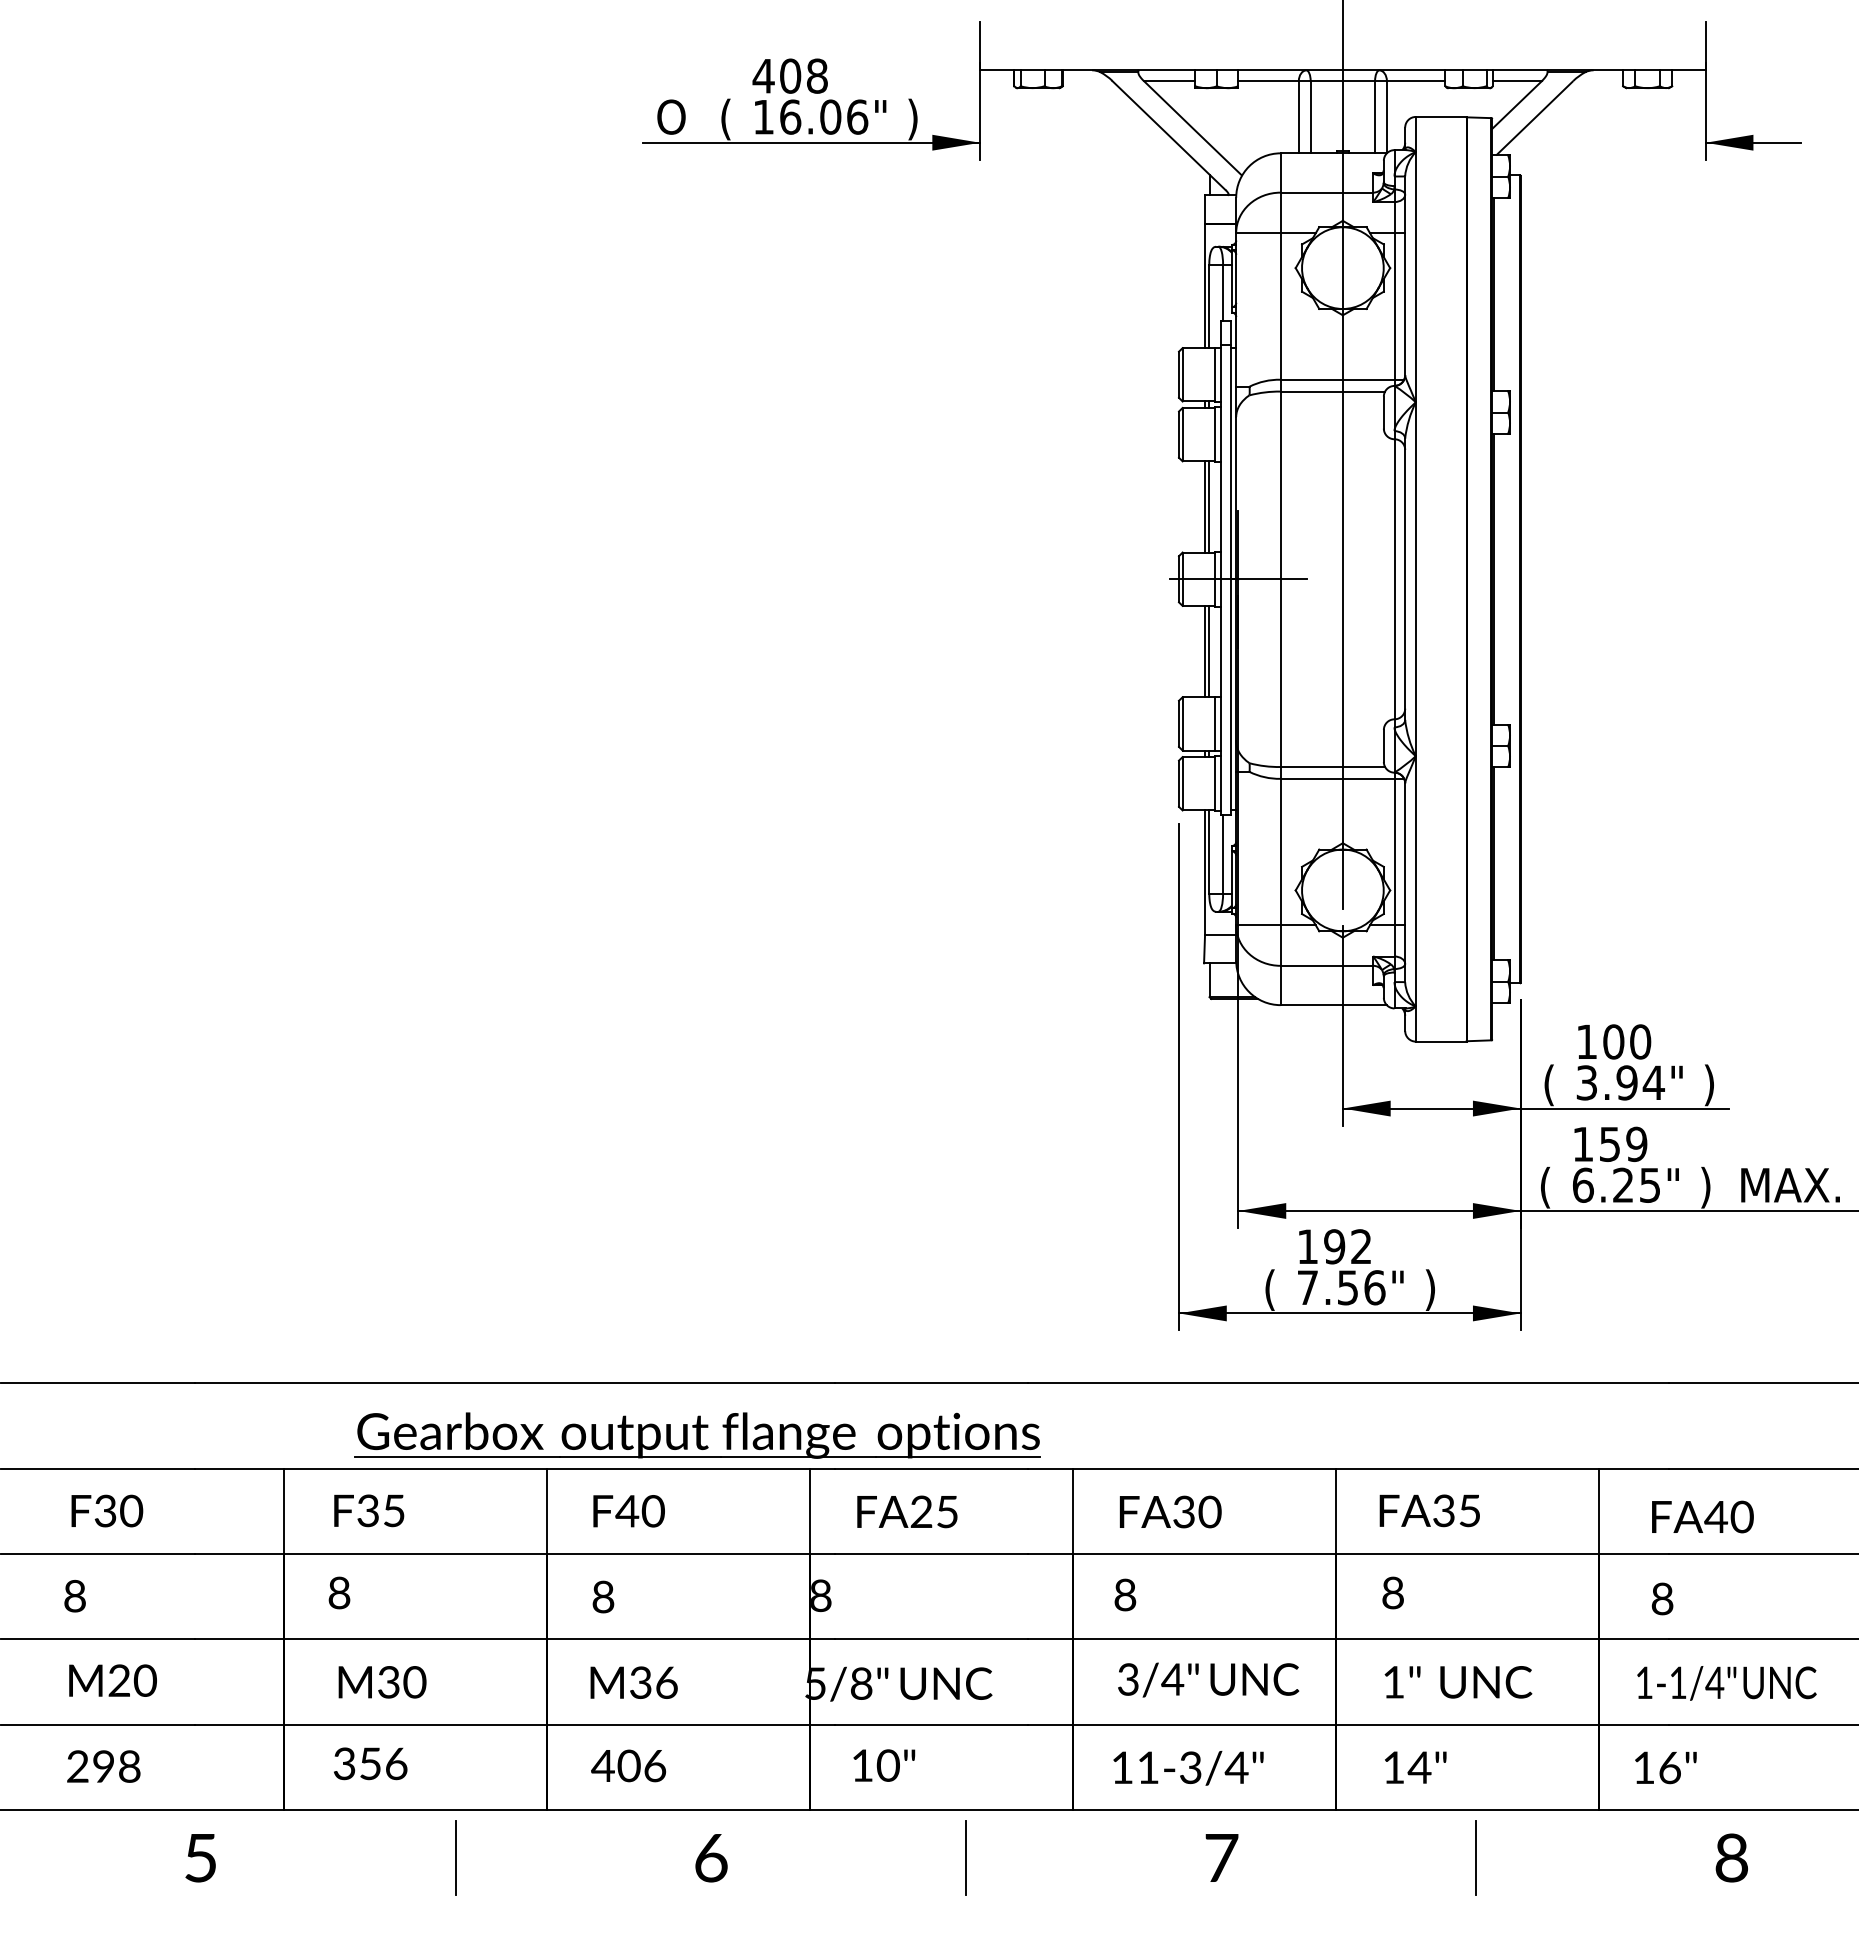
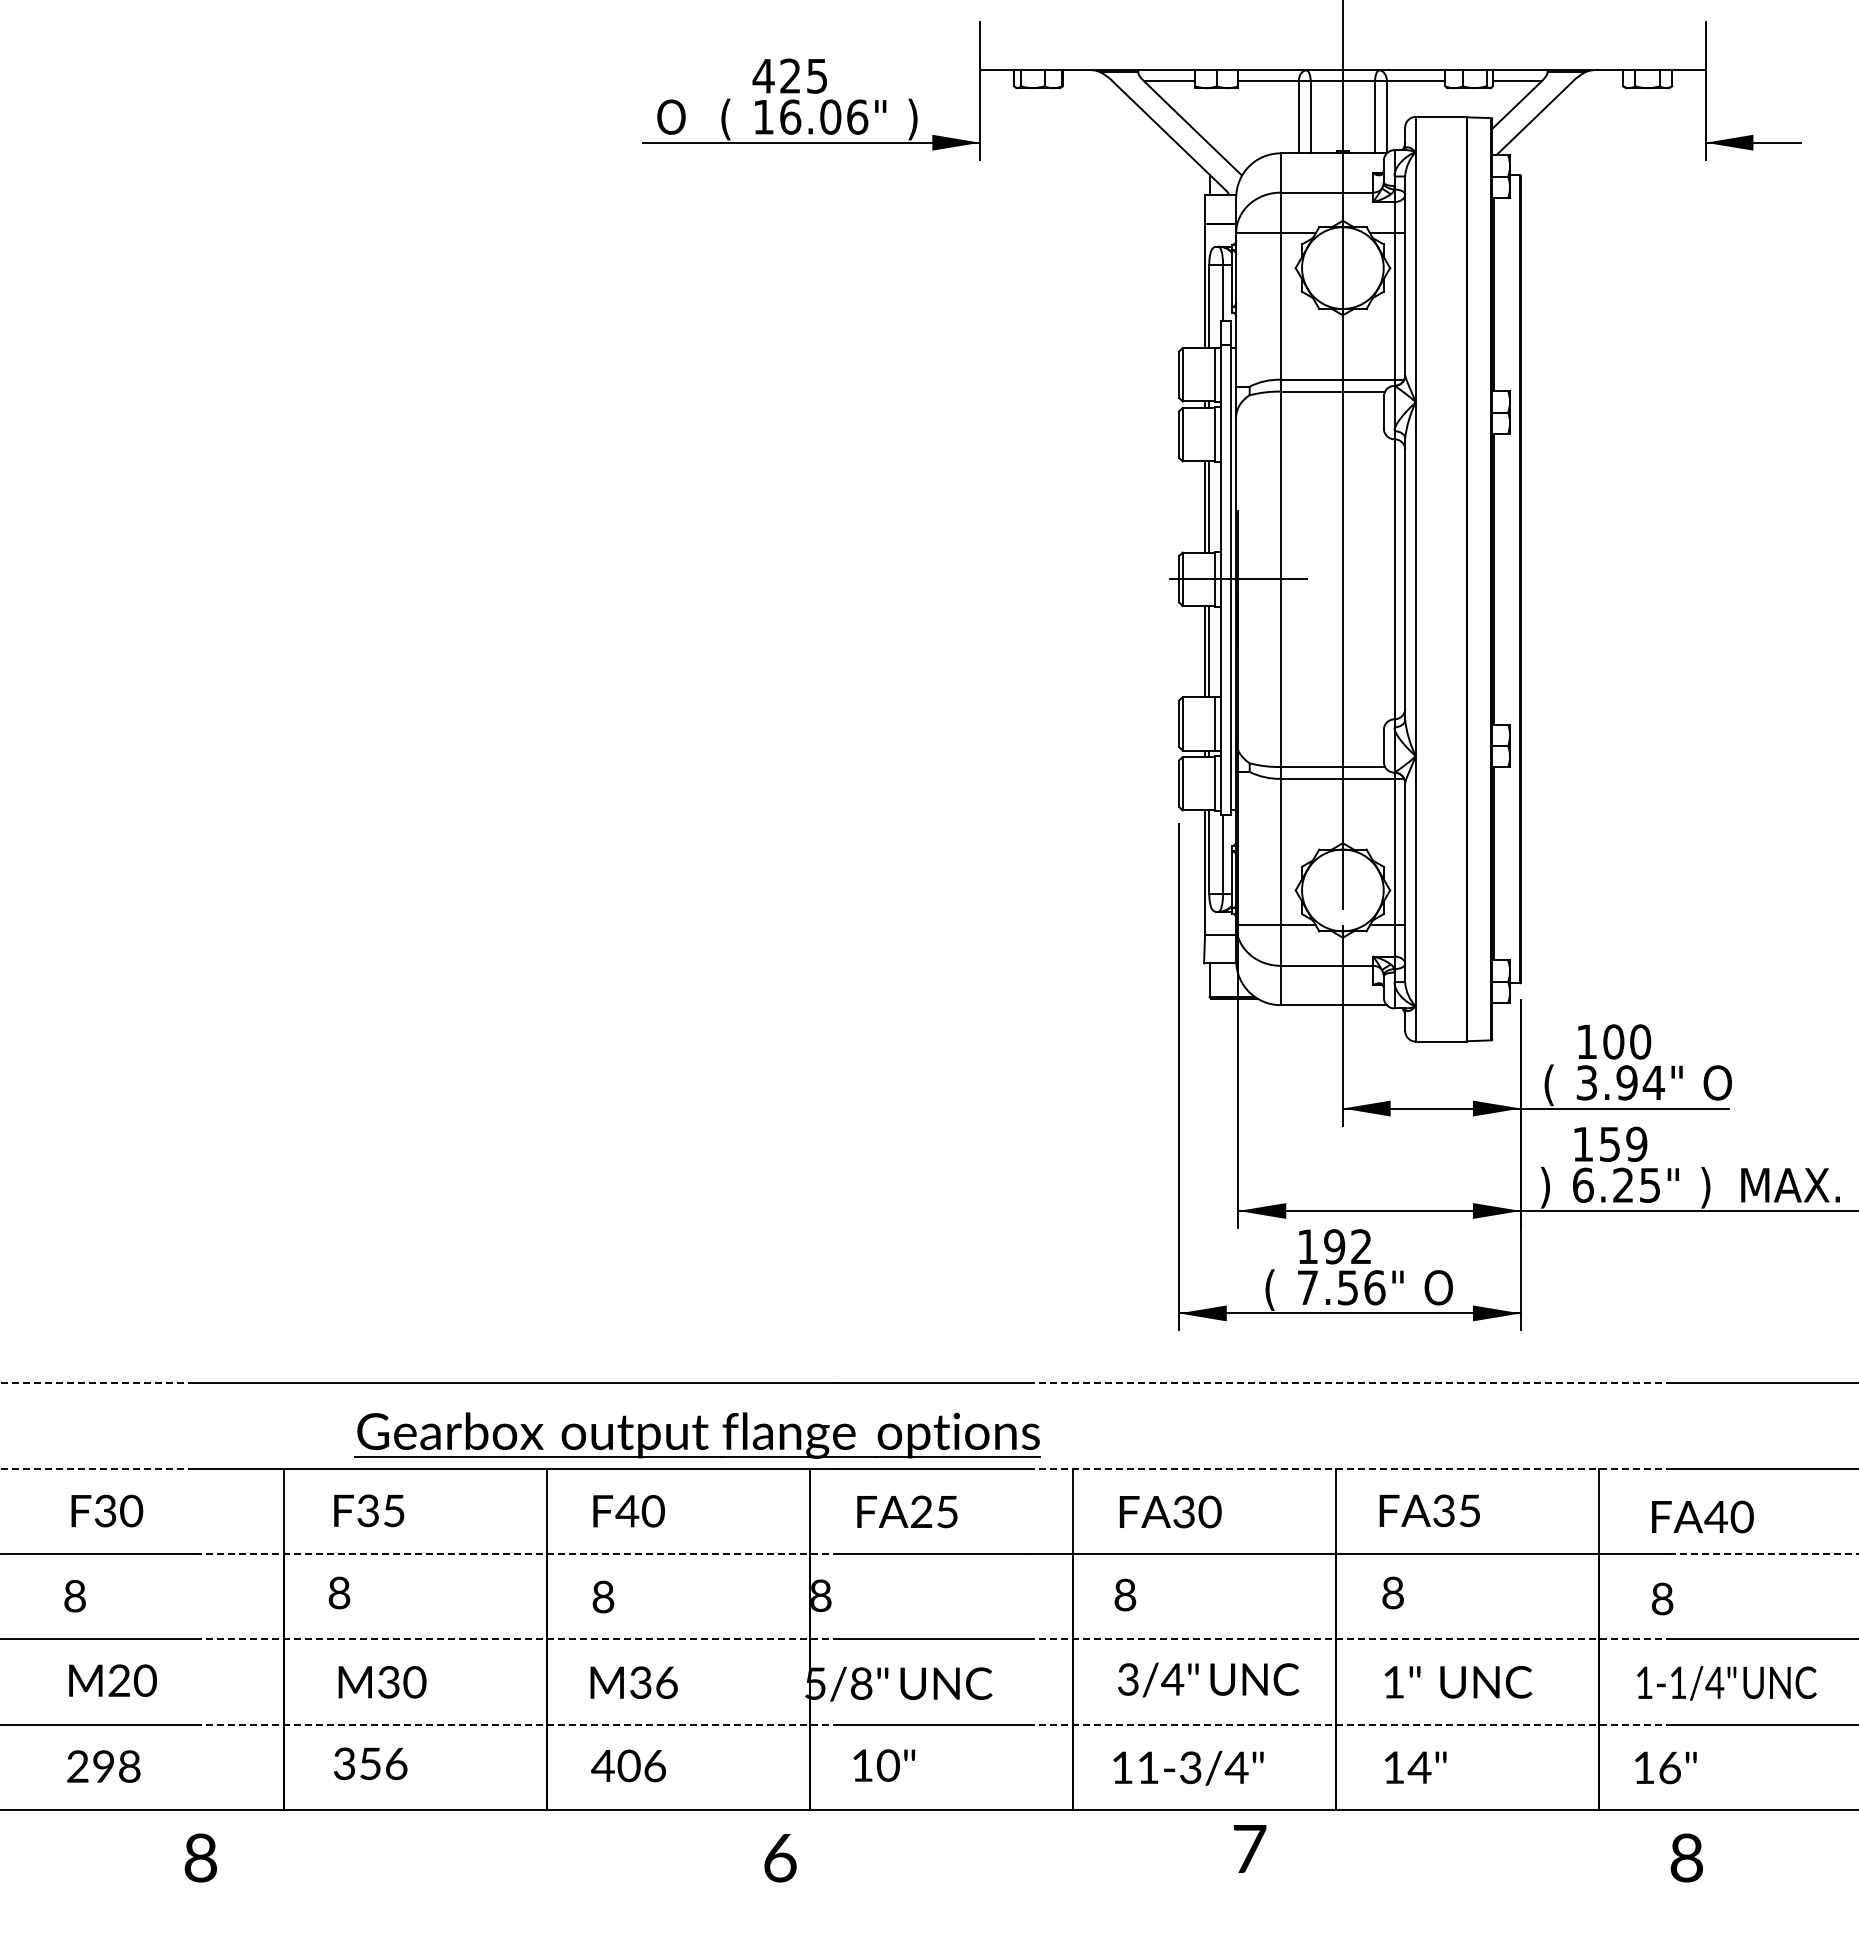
text at (803, 75): 408 -> 425
text at (1717, 1085): ) -> O
text at (1545, 1187): ( -> )
text at (1438, 1289): ) -> O
line at (97, 1383): solid -> dashed
line at (1348, 1383): solid -> dashed
line at (97, 1468): solid -> dashed
line at (1348, 1468): solid -> dashed
line at (515, 1553): solid -> dashed
line at (1763, 1553): solid -> dashed
line at (515, 1639): solid -> dashed
line at (1348, 1639): solid -> dashed
line at (515, 1724): solid -> dashed
line at (1348, 1724): solid -> dashed
text at (200, 1857): 5 -> 8
line at (455, 1857): present -> none
line at (965, 1857): present -> none
text at (1221, 1857) position: (1221, 1857) -> (1249, 1848)
line at (1476, 1857): present -> none
text at (1731, 1857) position: (1731, 1857) -> (1686, 1857)
text at (711, 1858) position: (711, 1858) -> (780, 1858)
